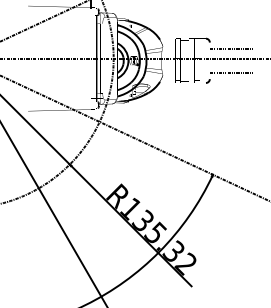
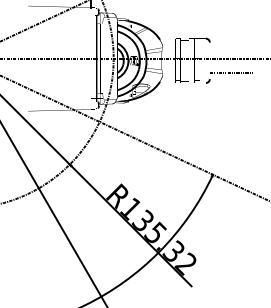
line at (231, 48): present -> none
